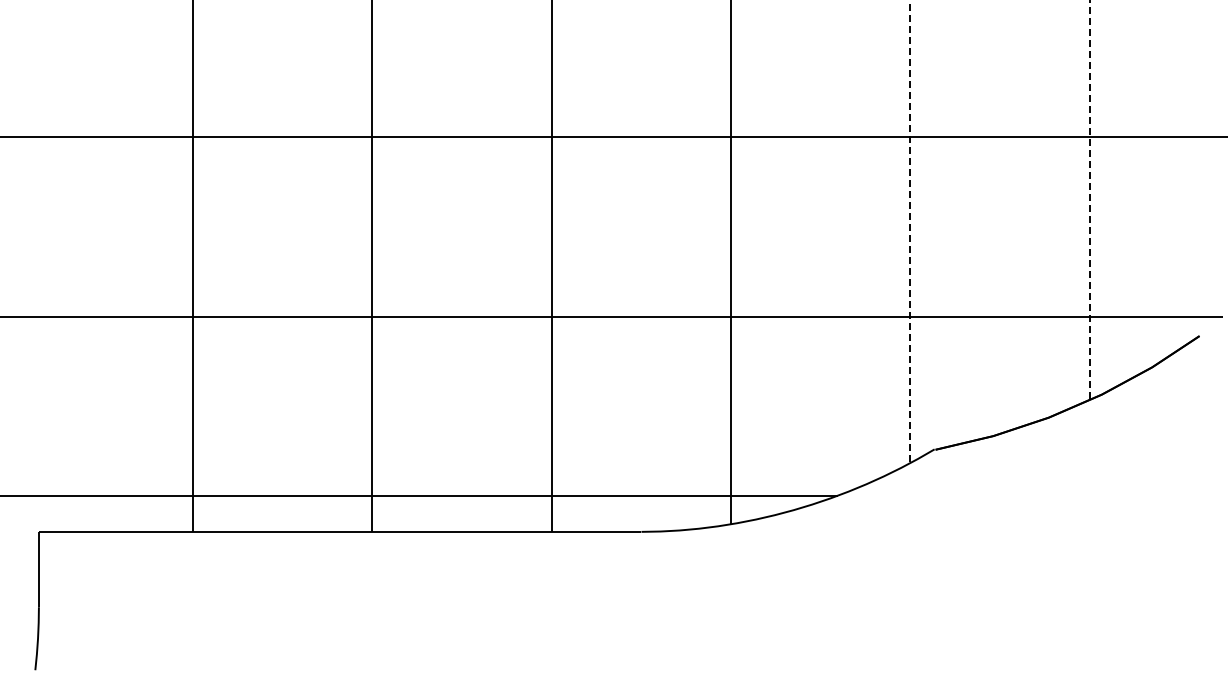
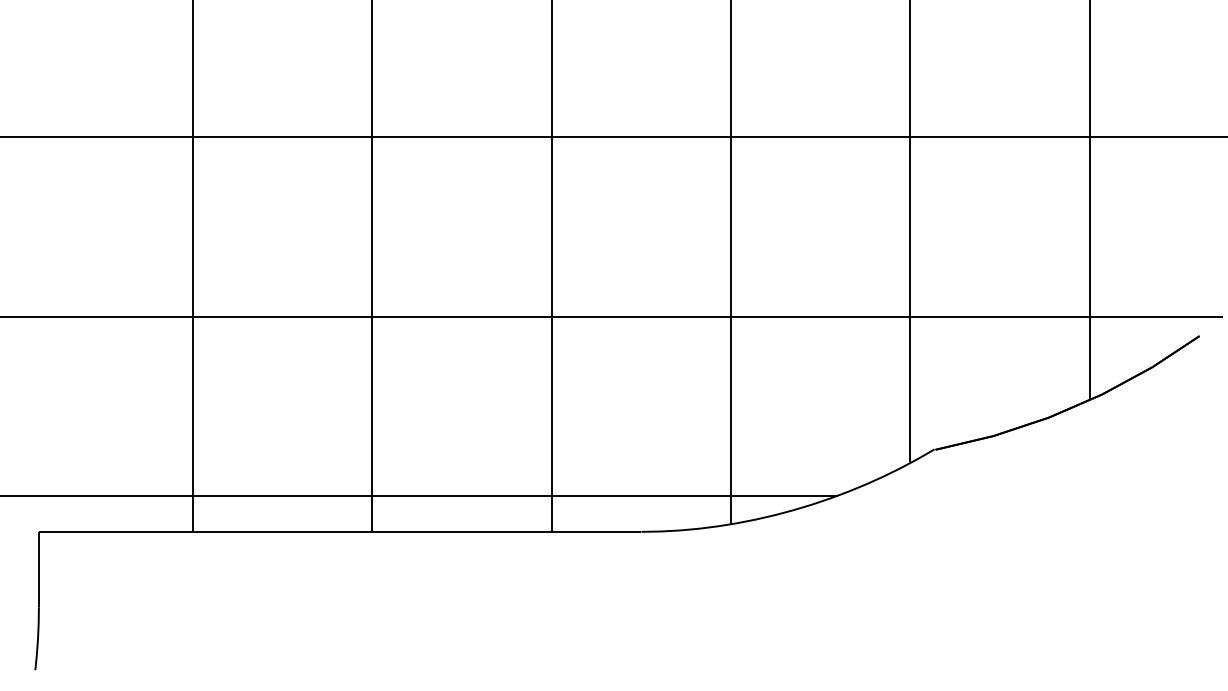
line at (1089, 198): dashed -> solid
line at (910, 231): dashed -> solid
